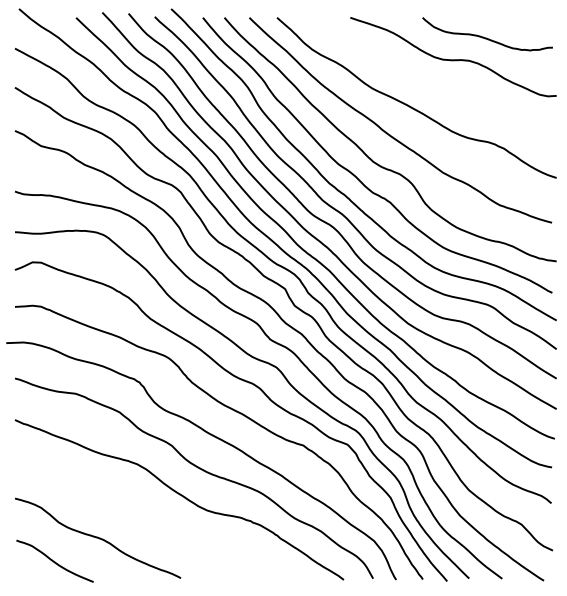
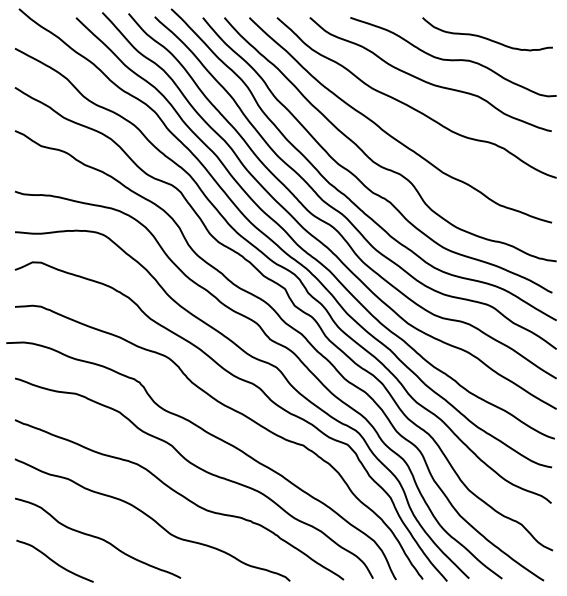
curve at (427, 81): none -> present
curve at (152, 519): none -> present
